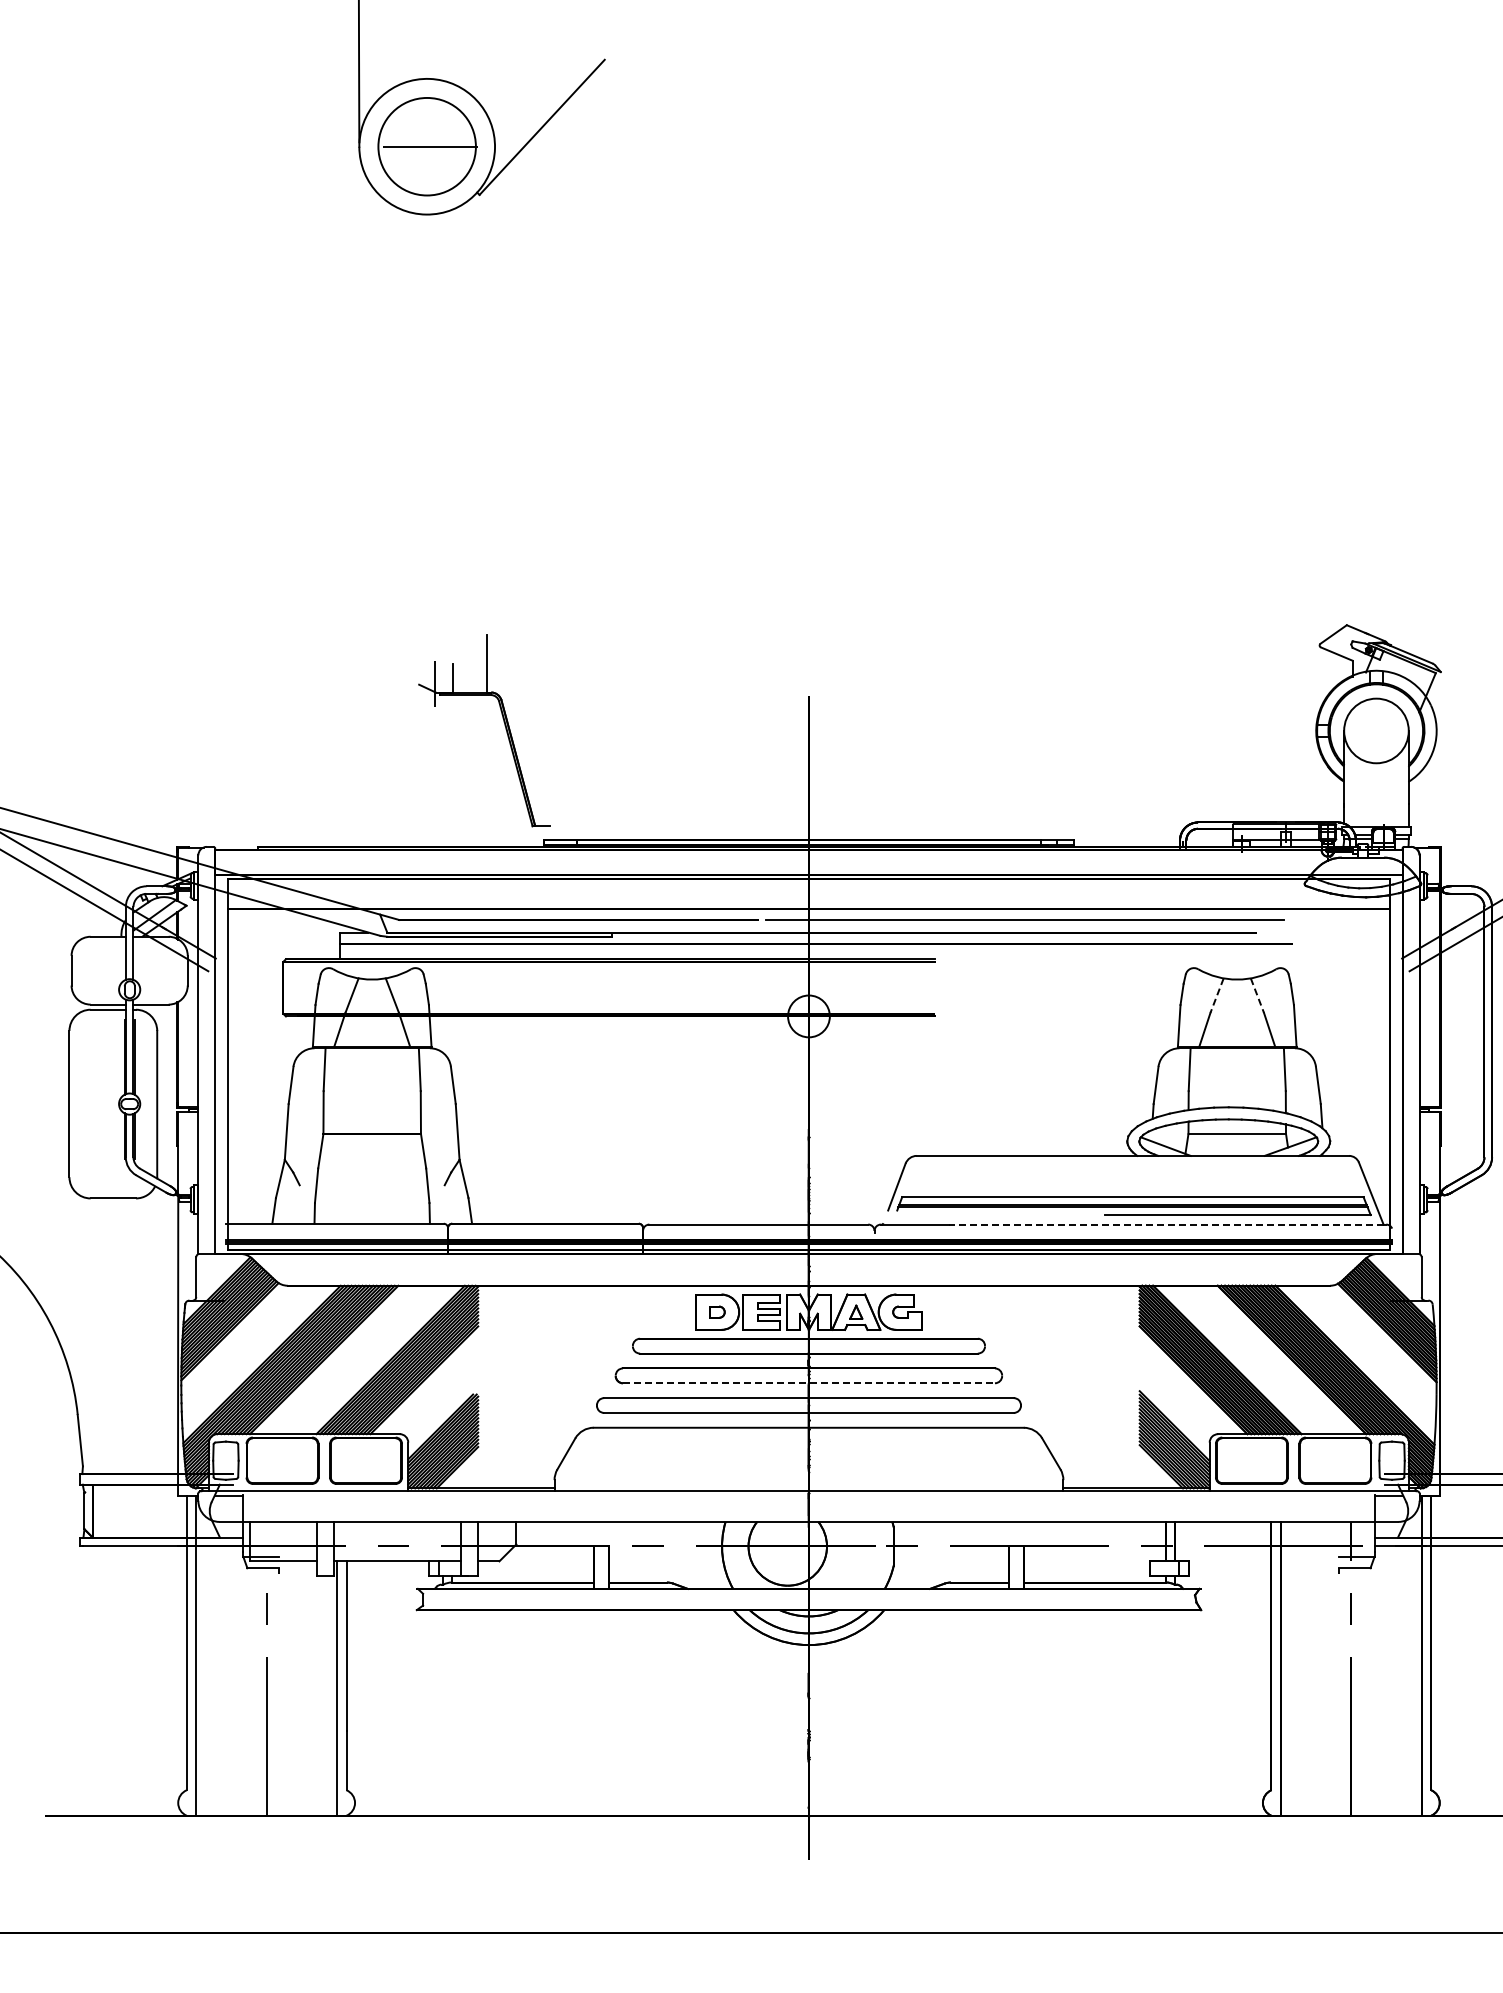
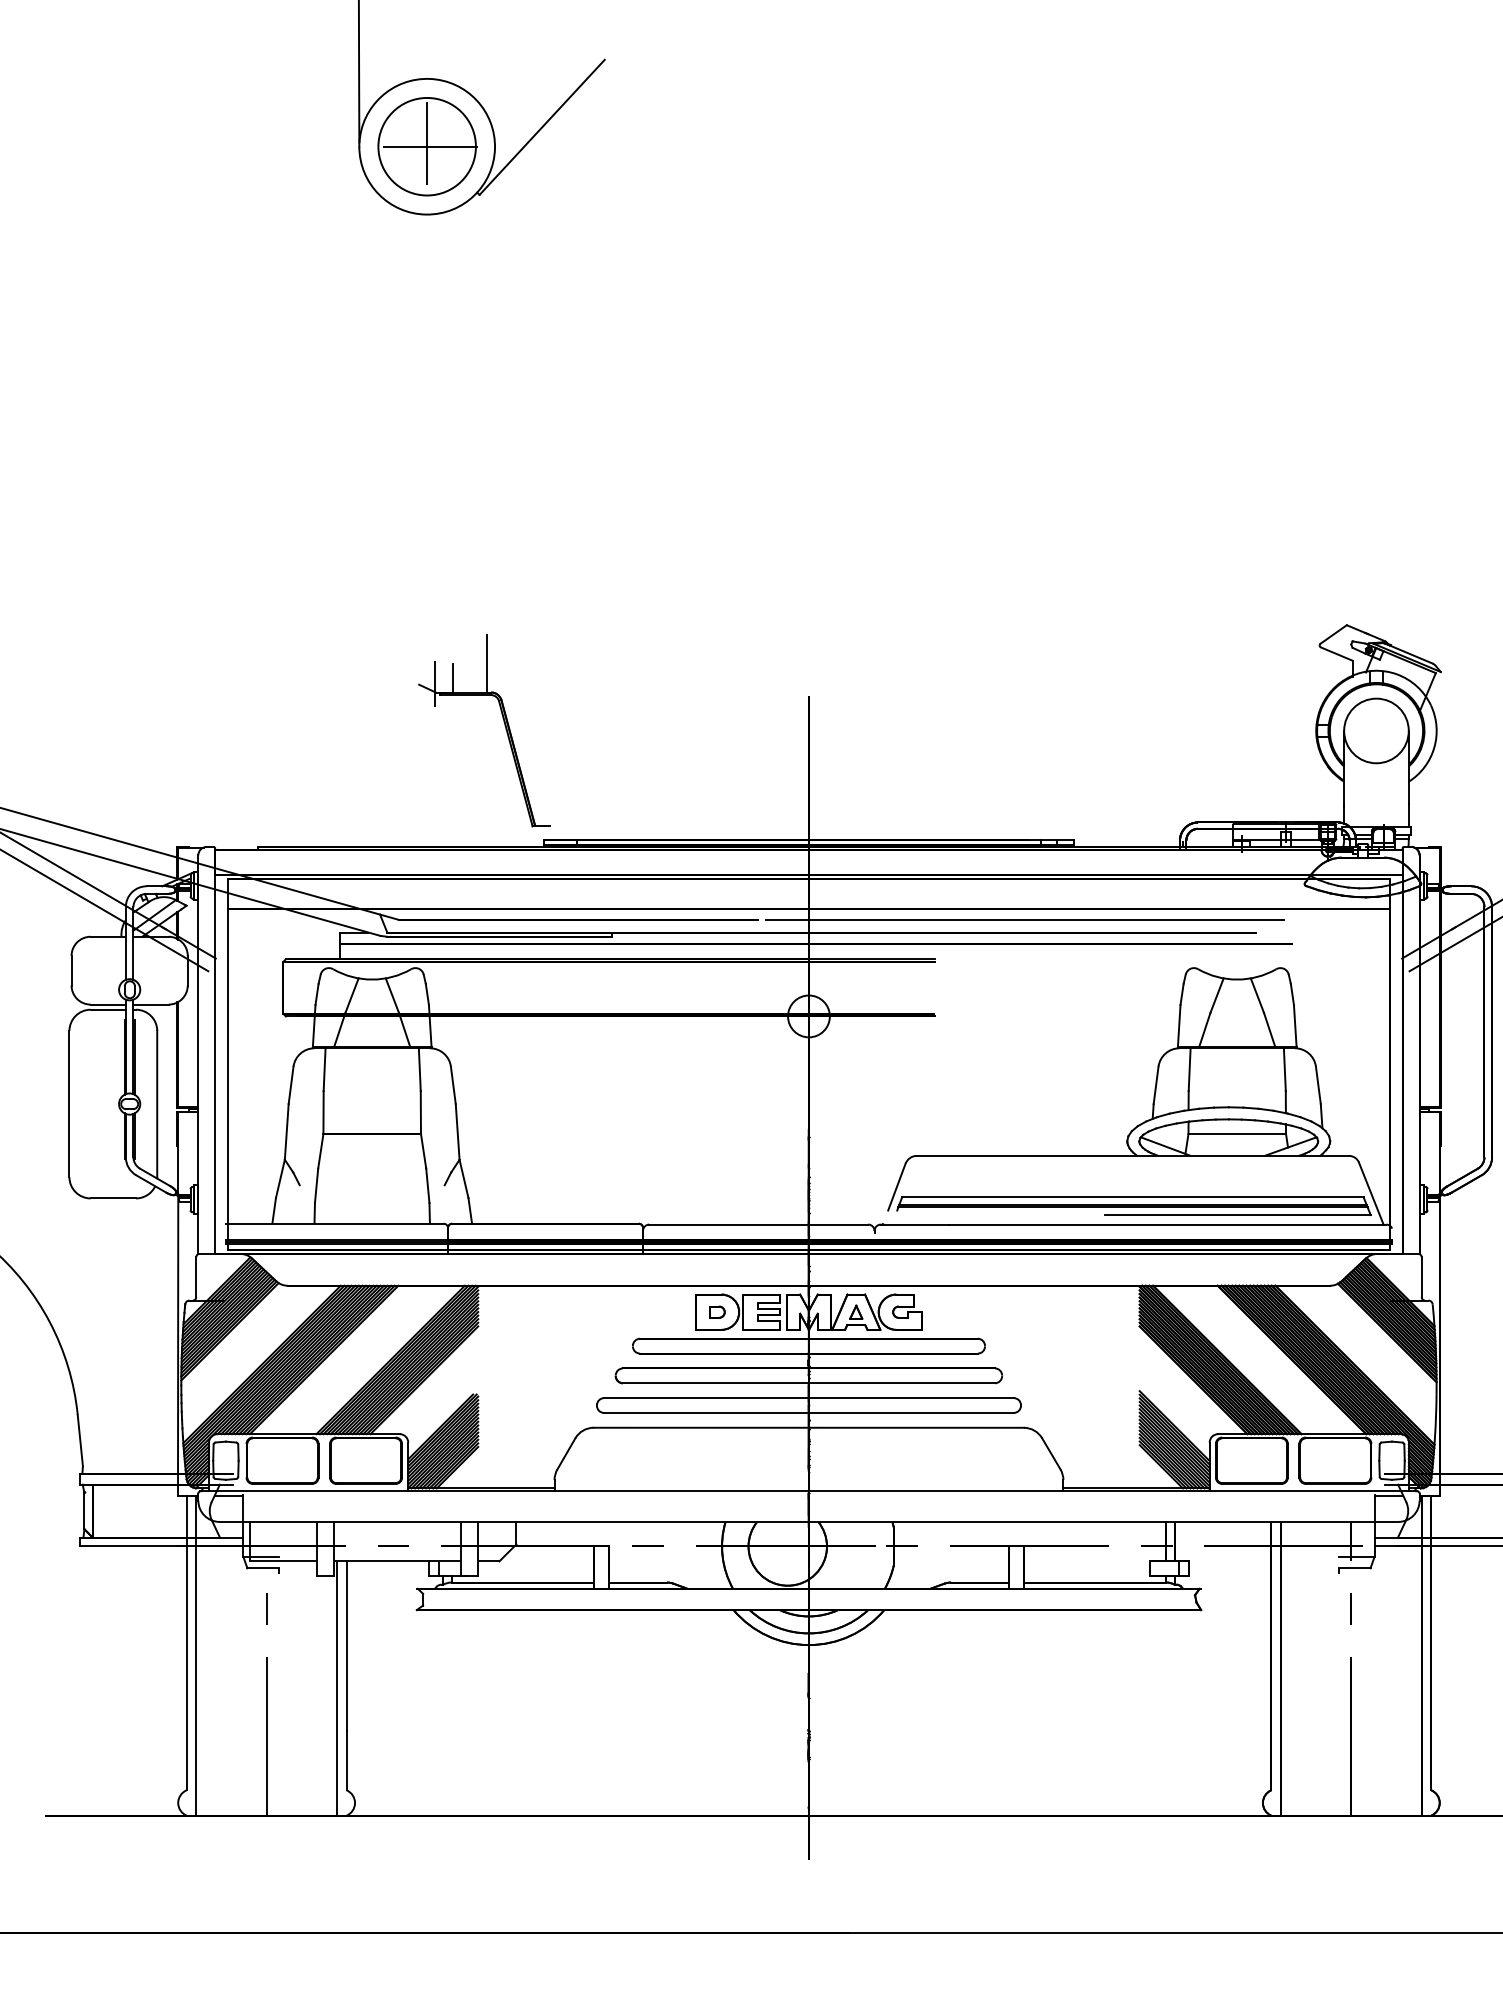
line at (427, 143): none -> present
line at (1216, 996): dashed -> solid
line at (1257, 996): dashed -> solid
line at (1165, 1224): dashed -> solid
line at (809, 1383): dashed -> solid
